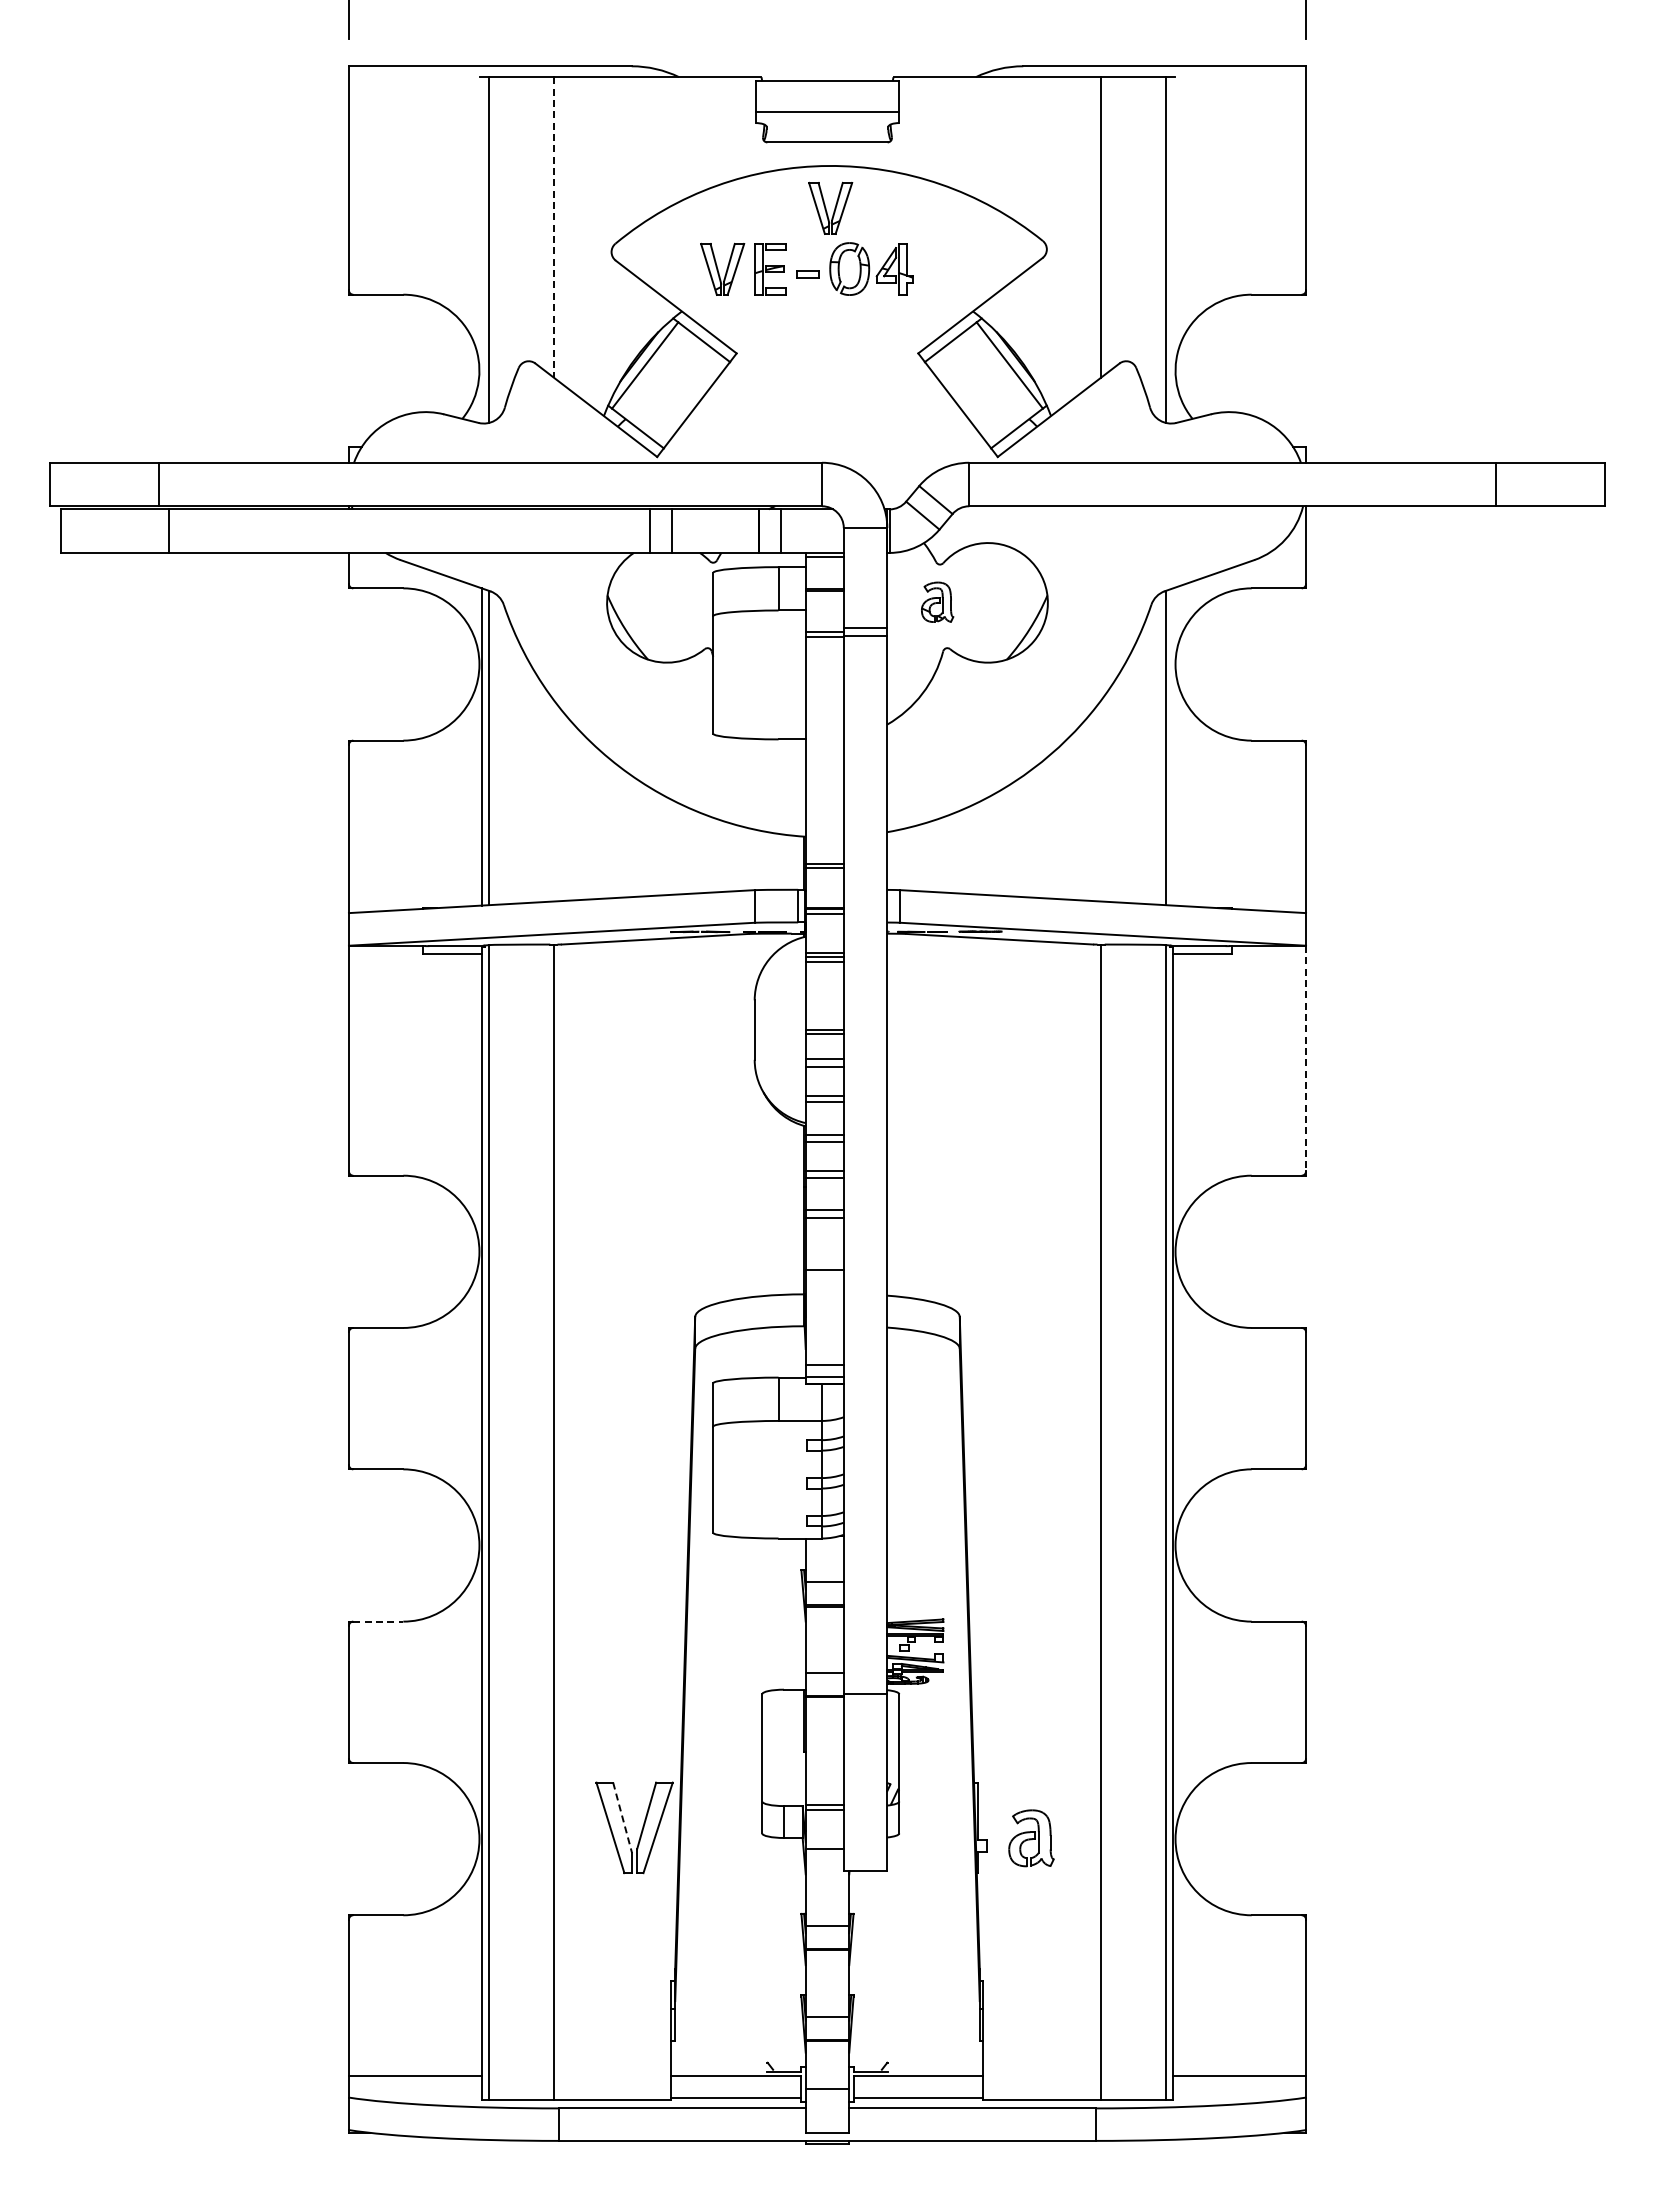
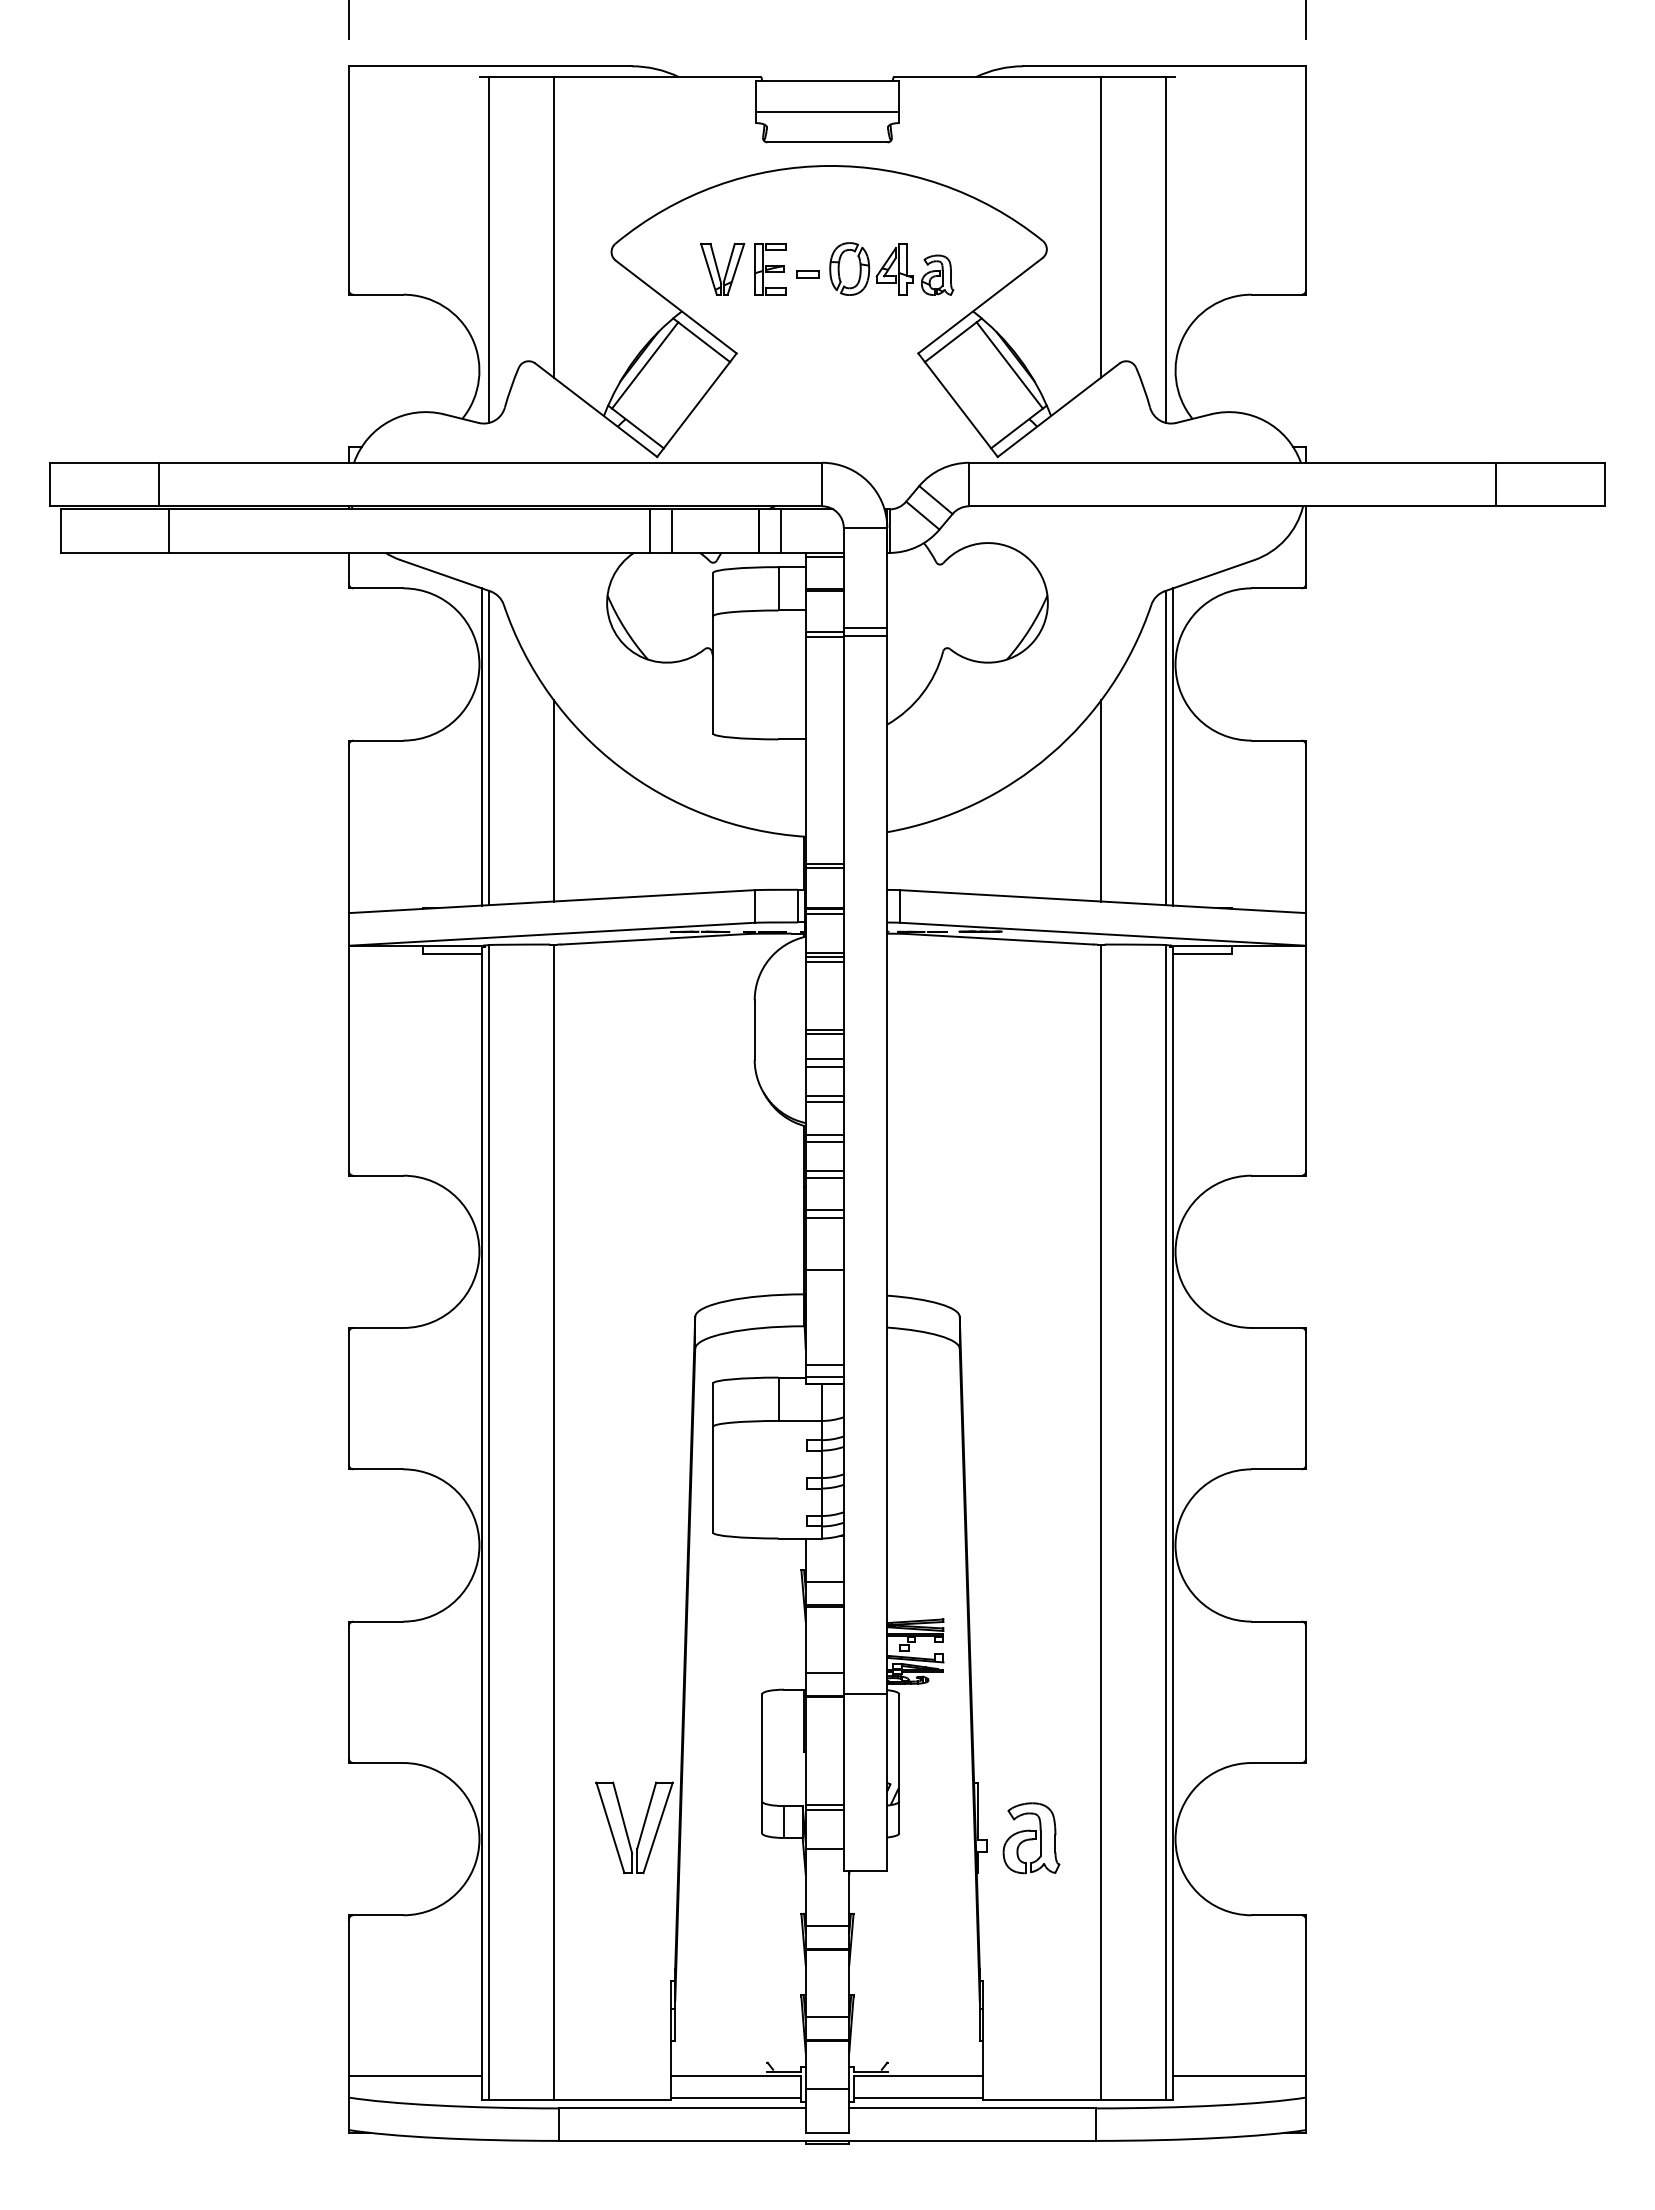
part at (830, 207): present -> none
line at (553, 227): dashed -> solid
part at (937, 601) position: (937, 601) -> (937, 274)
line at (1173, 746): none -> present
line at (553, 800): none -> present
line at (1101, 800): none -> present
line at (1306, 1058): dashed -> solid
line at (378, 1621): dashed -> solid
line at (622, 1817): dashed -> solid
part at (1031, 1838) size: 47x59 px -> 59x73 px
